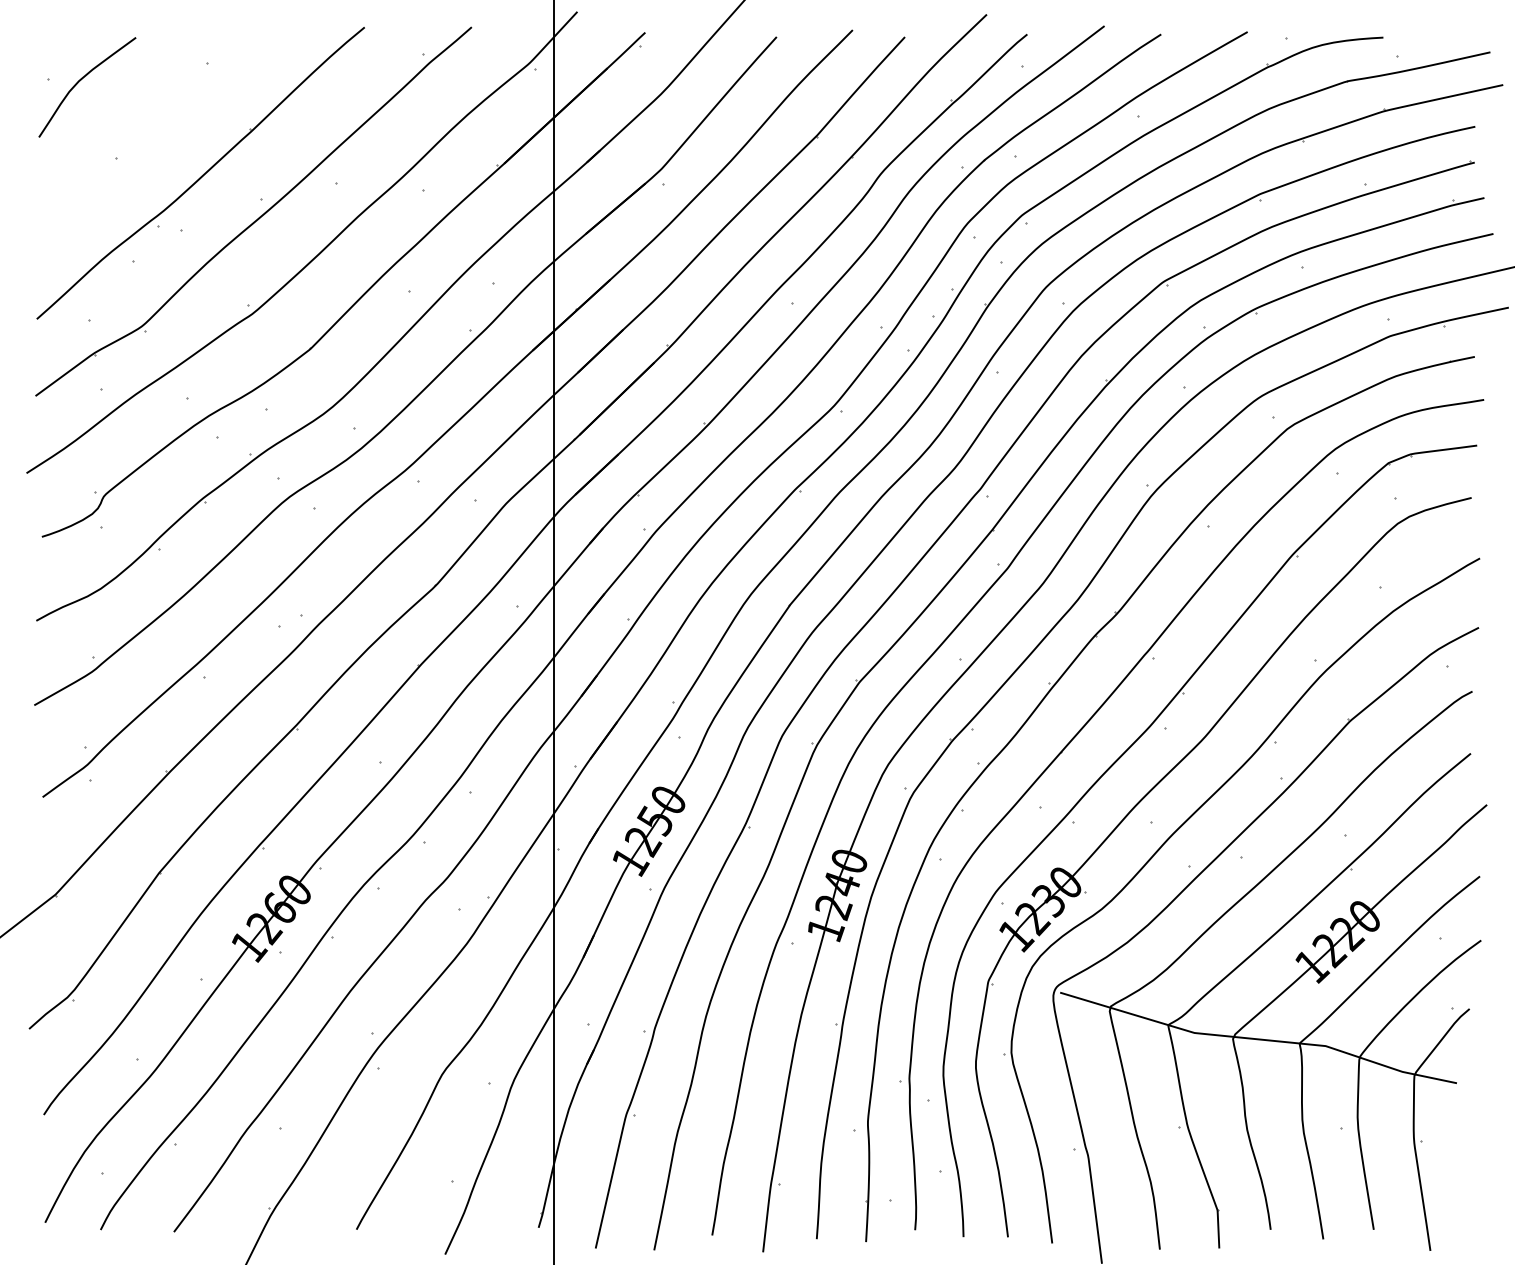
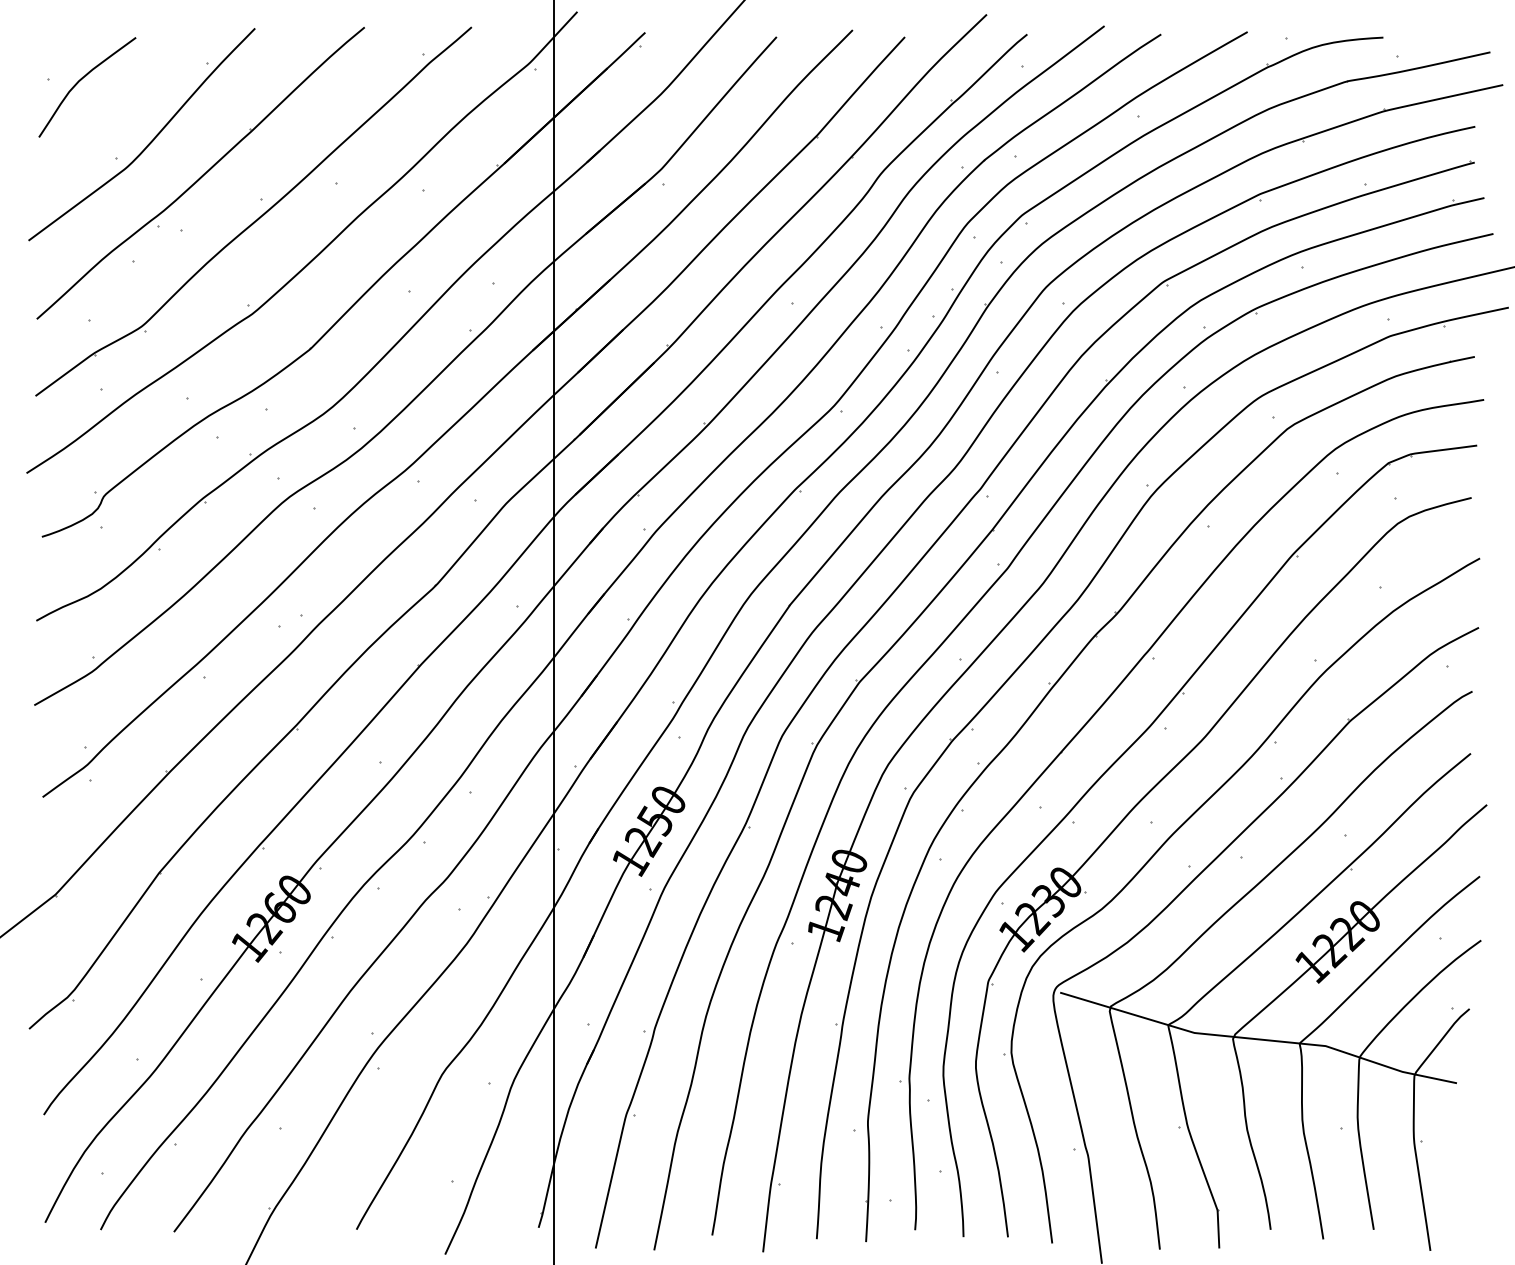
curve at (149, 142): none -> present
